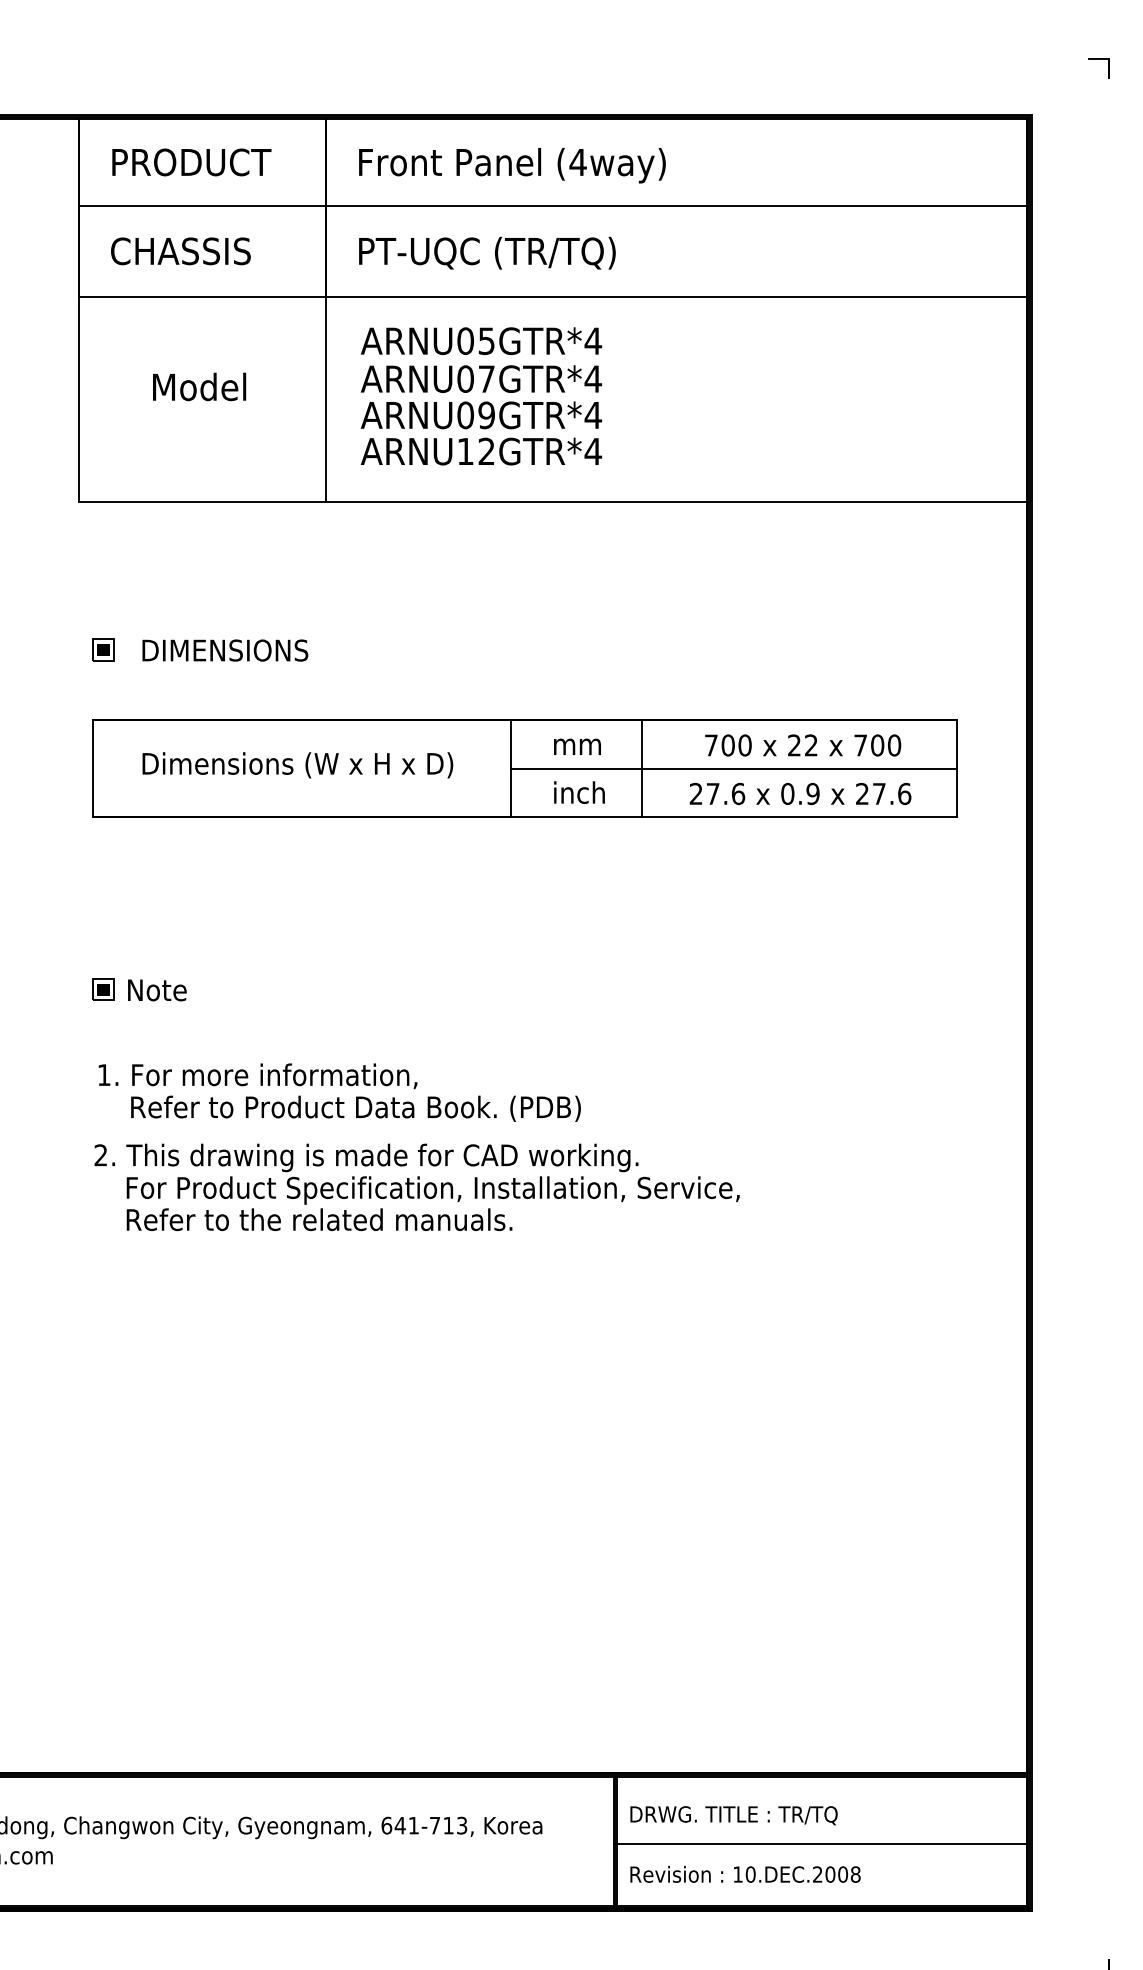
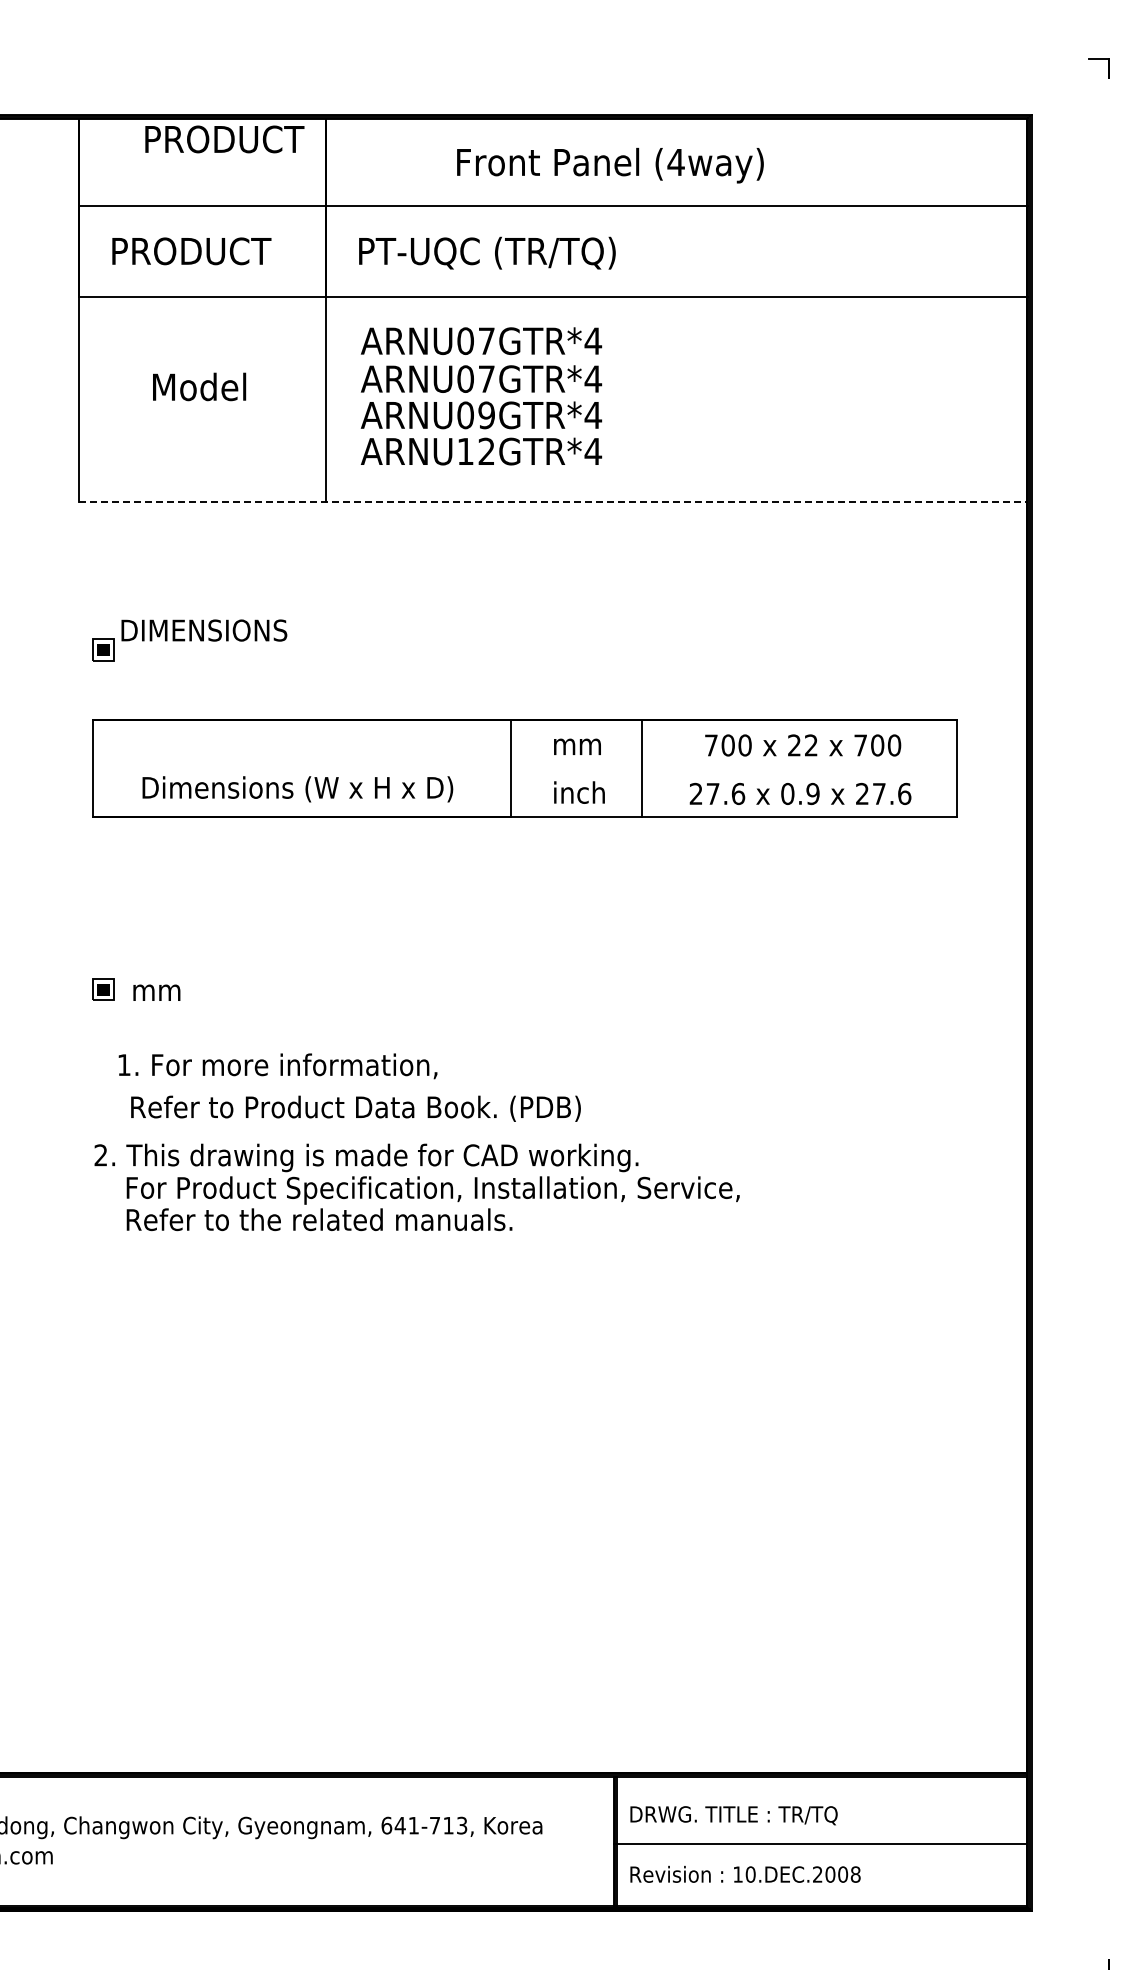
text at (191, 162) position: (191, 162) -> (224, 139)
text at (512, 165) position: (512, 165) -> (610, 165)
text at (191, 251): CHASSIS -> PRODUCT
text at (486, 341): ARNU05GTR*4 -> ARNU07GTR*4
line at (553, 501): solid -> dashed
text at (225, 650) position: (225, 650) -> (204, 630)
text at (297, 765) position: (297, 765) -> (297, 789)
line at (733, 768): present -> none
text at (157, 990): Note -> mm
text at (257, 1076) position: (257, 1076) -> (277, 1066)
